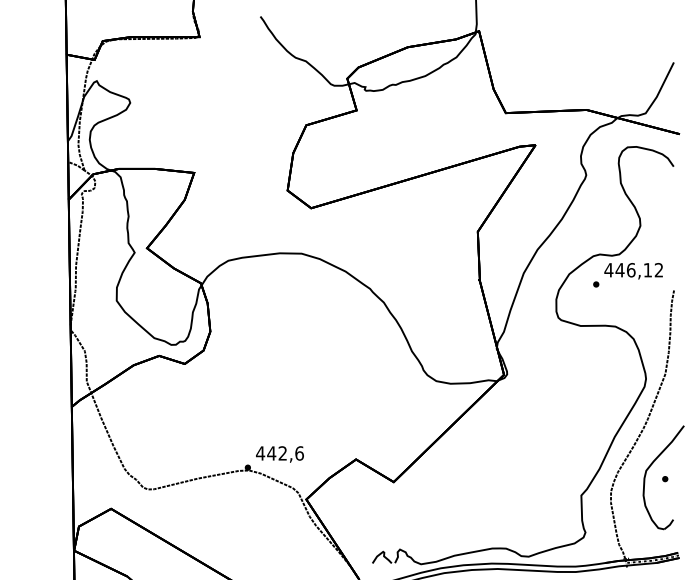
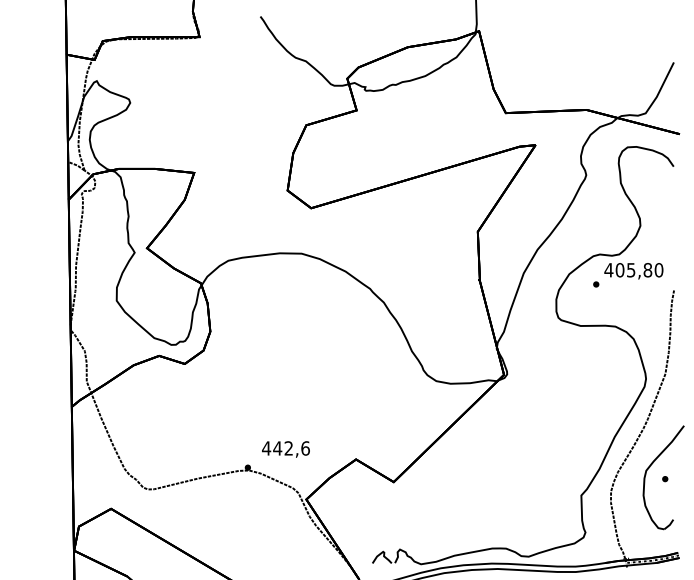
text at (639, 270): 446,12 -> 405,80
text at (279, 454) position: (279, 454) -> (285, 449)
